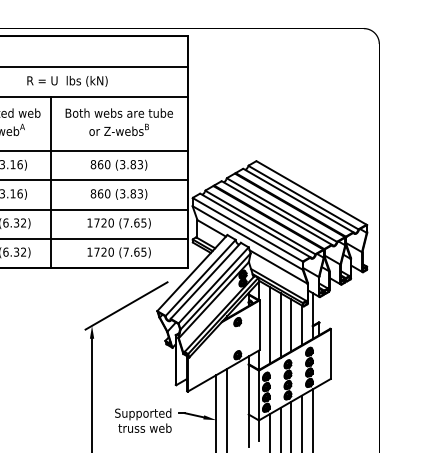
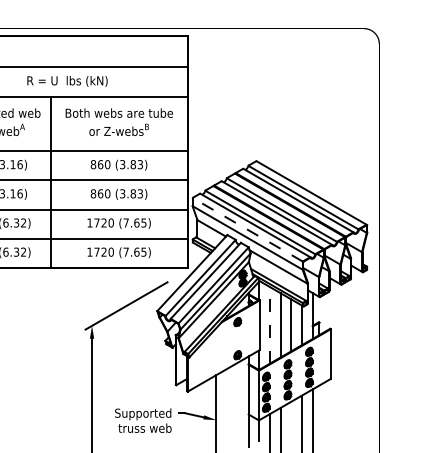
line at (247, 229): solid -> dashed
line at (269, 324): solid -> dashed
line at (227, 408): present -> none
line at (291, 425): present -> none
